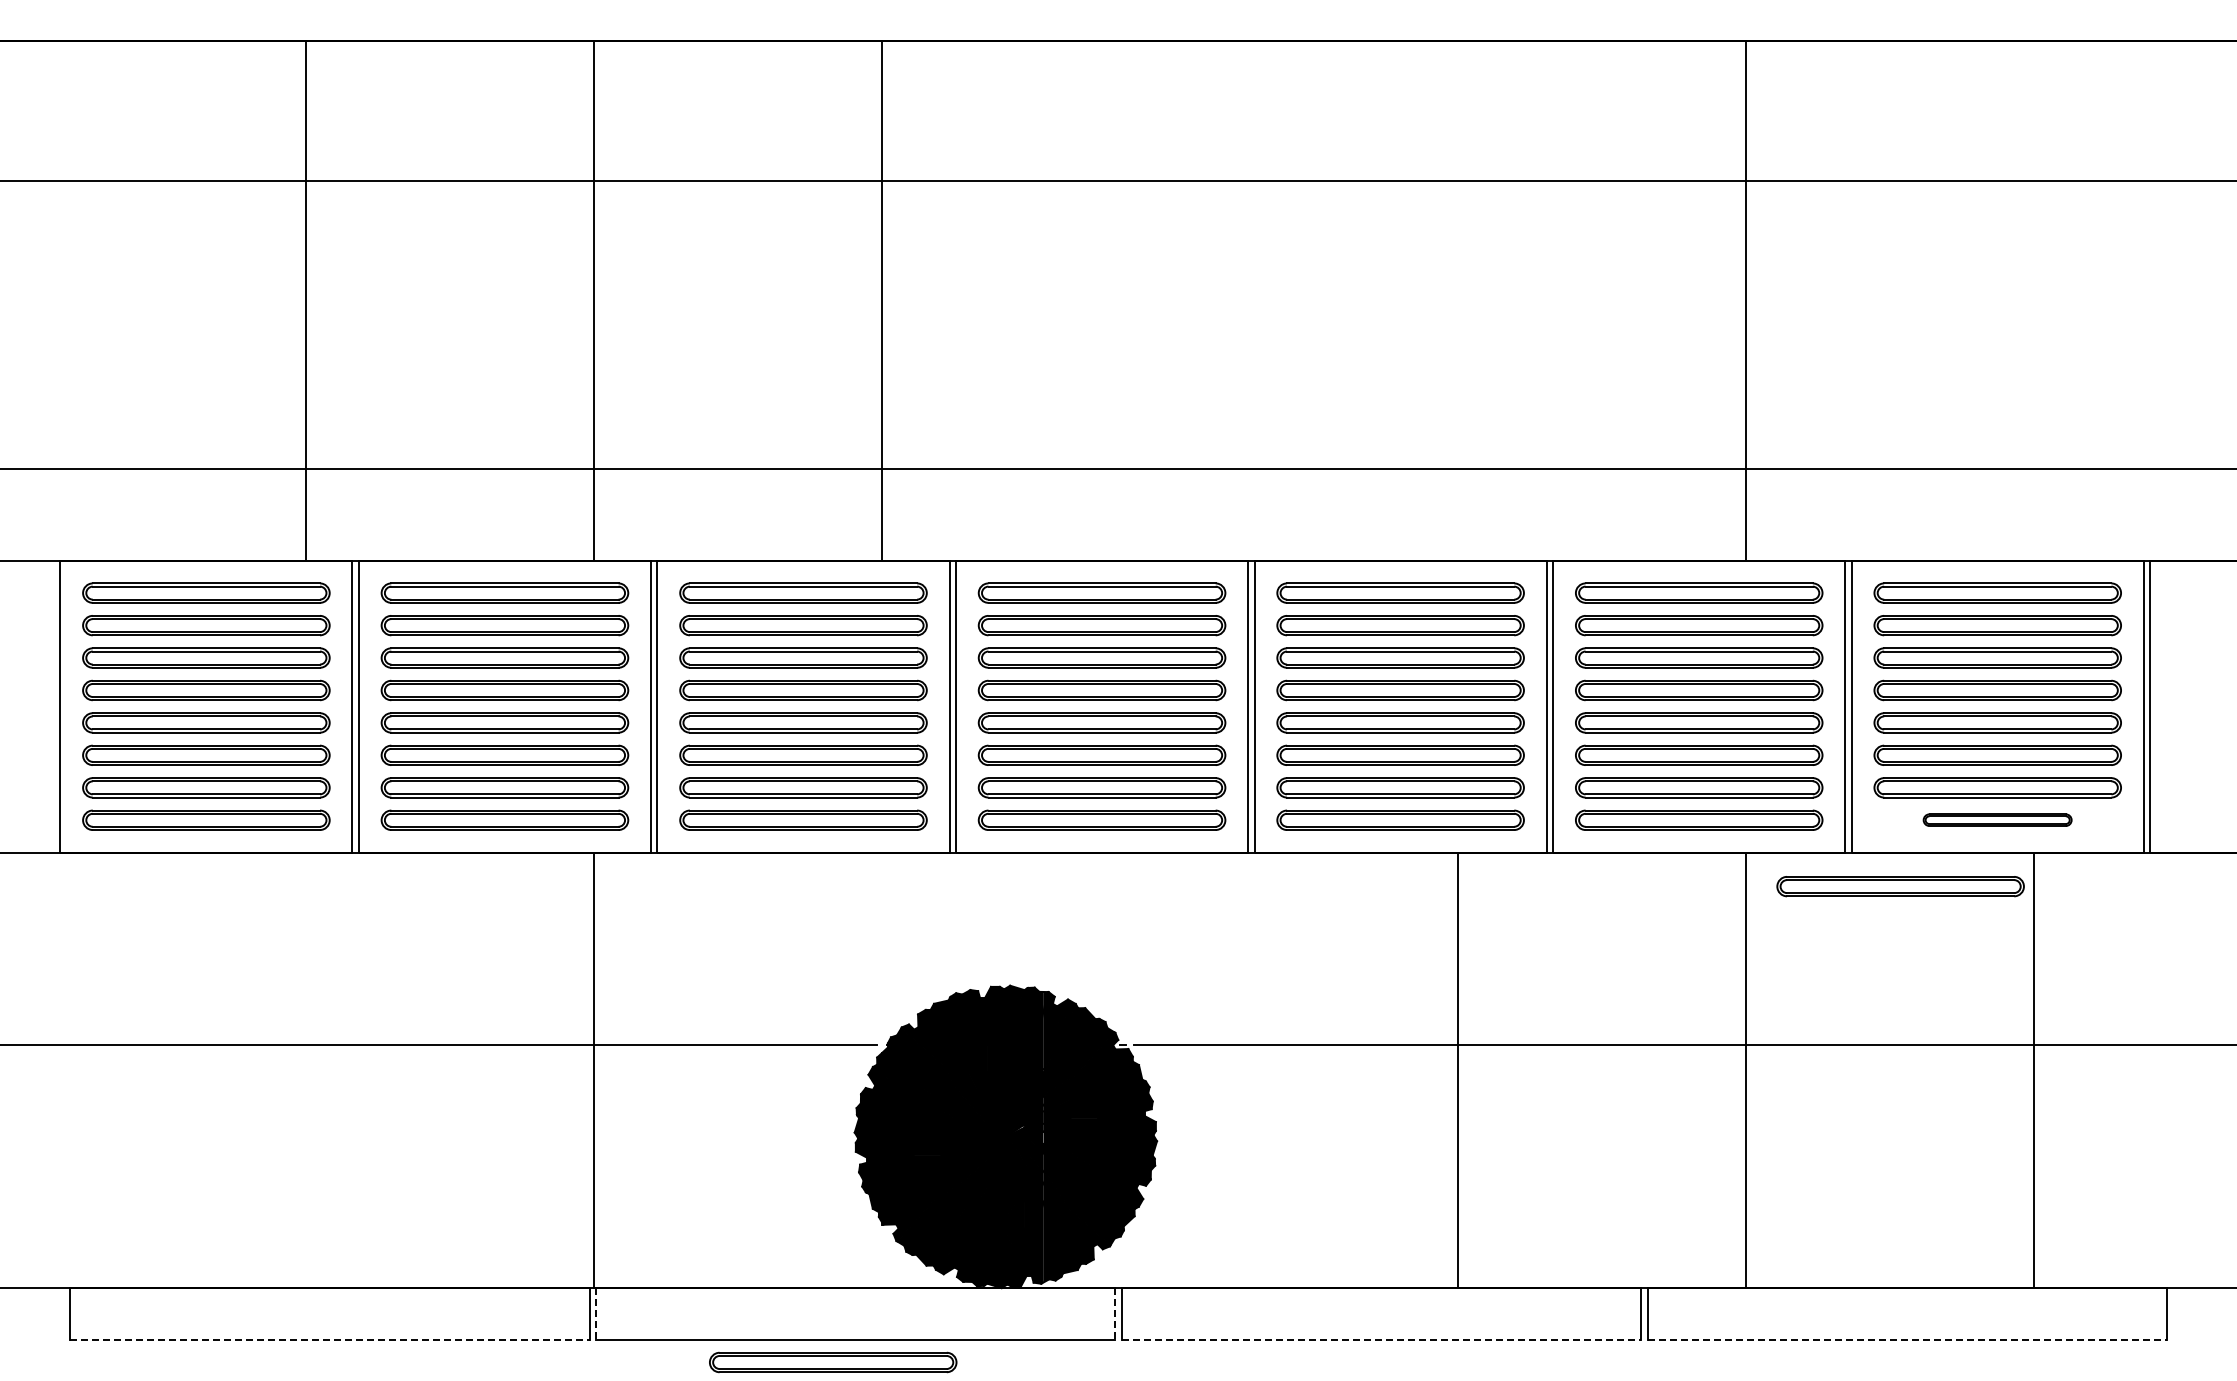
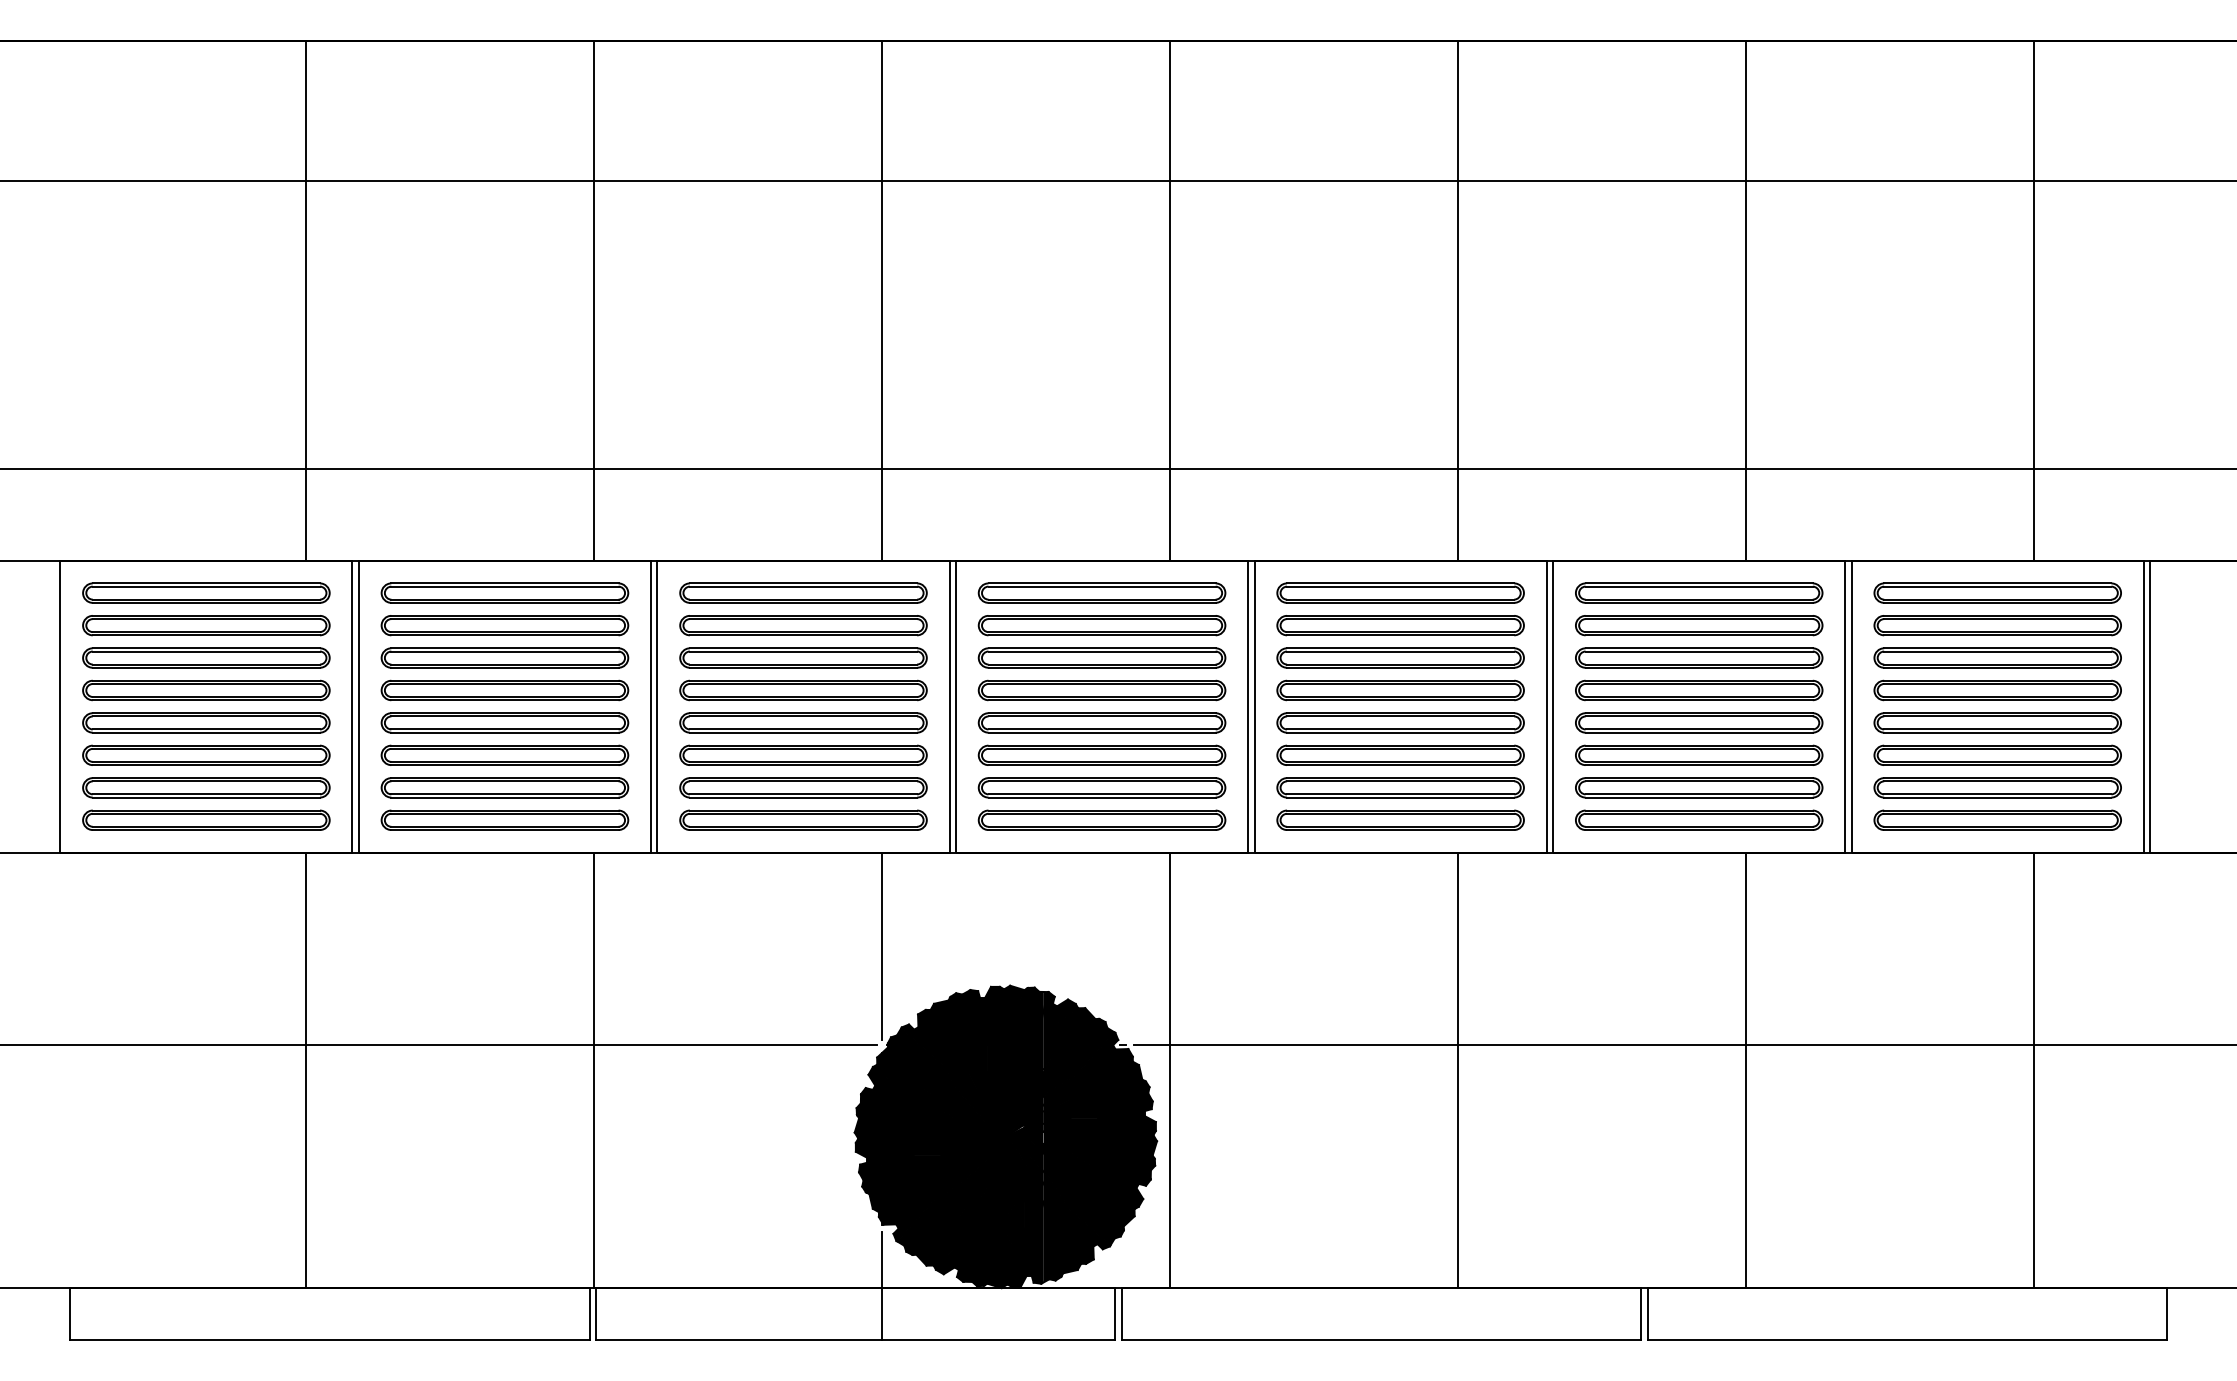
line at (1169, 300): none -> present
line at (1457, 300): none -> present
line at (2033, 300): none -> present
part at (1997, 819) size: 151x14 px -> 249x22 px
part at (1900, 886): present -> none
line at (881, 946): none -> present
line at (305, 1069): none -> present
line at (1169, 1069): none -> present
line at (881, 1285): none -> present
line at (596, 1313): dashed -> solid
line at (1115, 1313): dashed -> solid
line at (329, 1339): dashed -> solid
line at (1381, 1339): dashed -> solid
line at (1907, 1339): dashed -> solid
part at (833, 1362): present -> none
